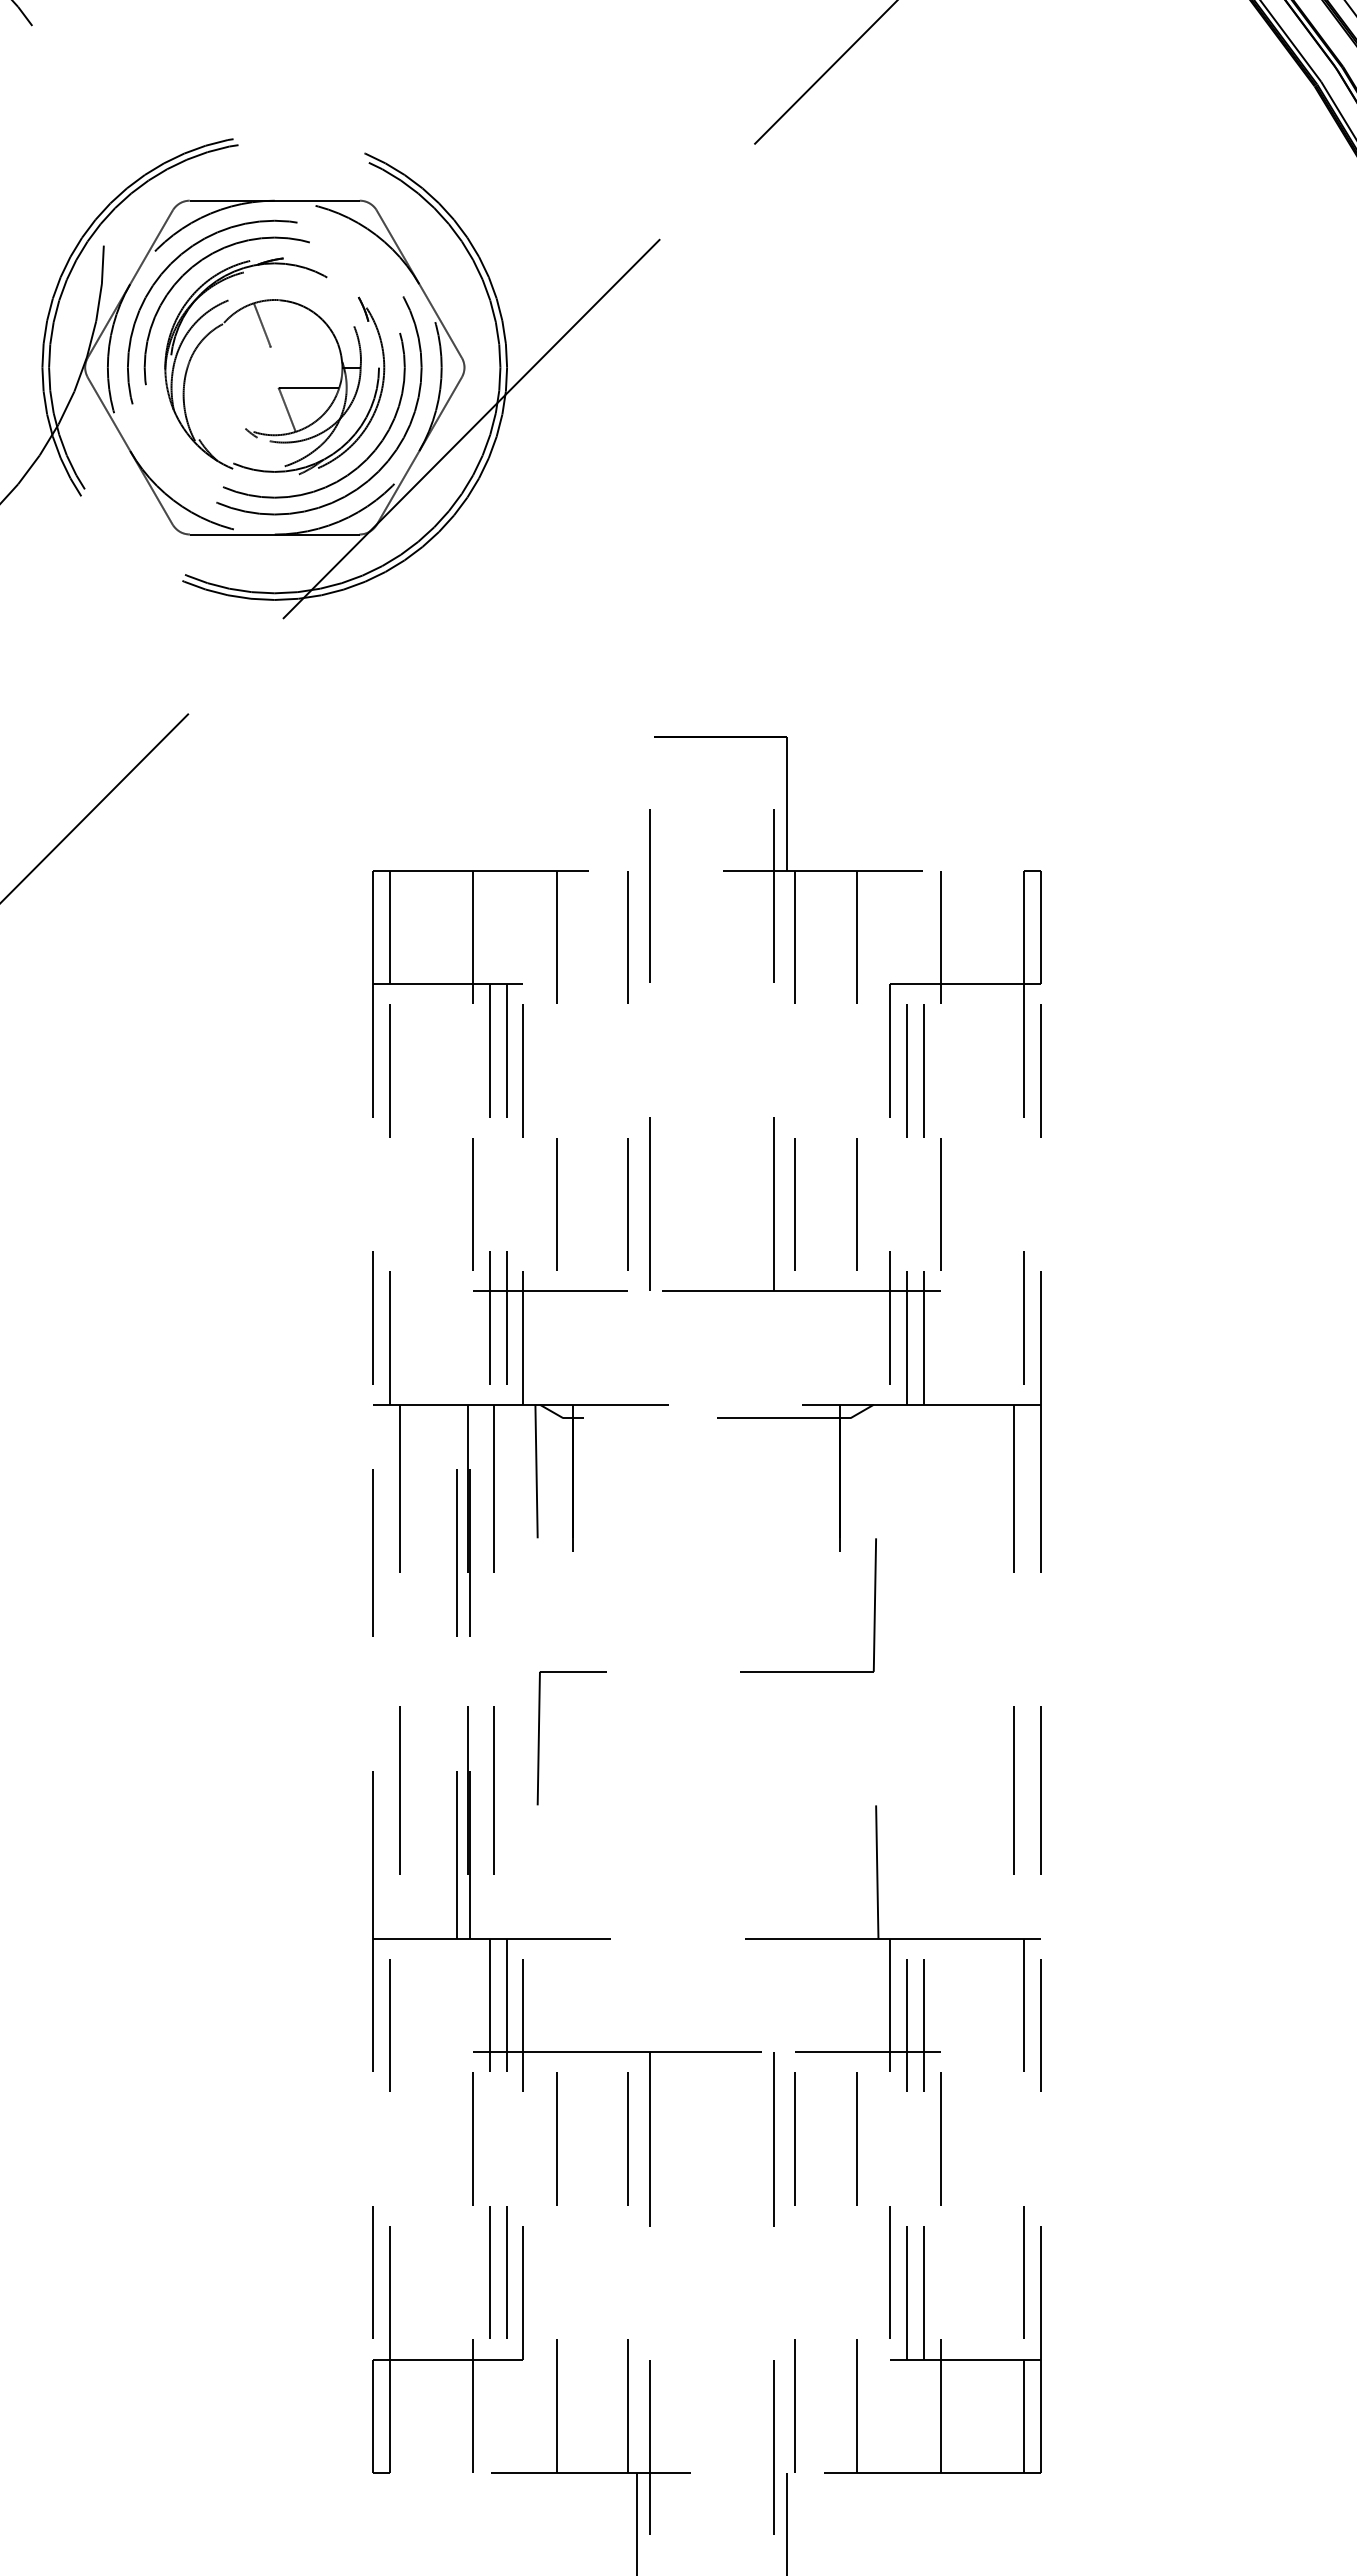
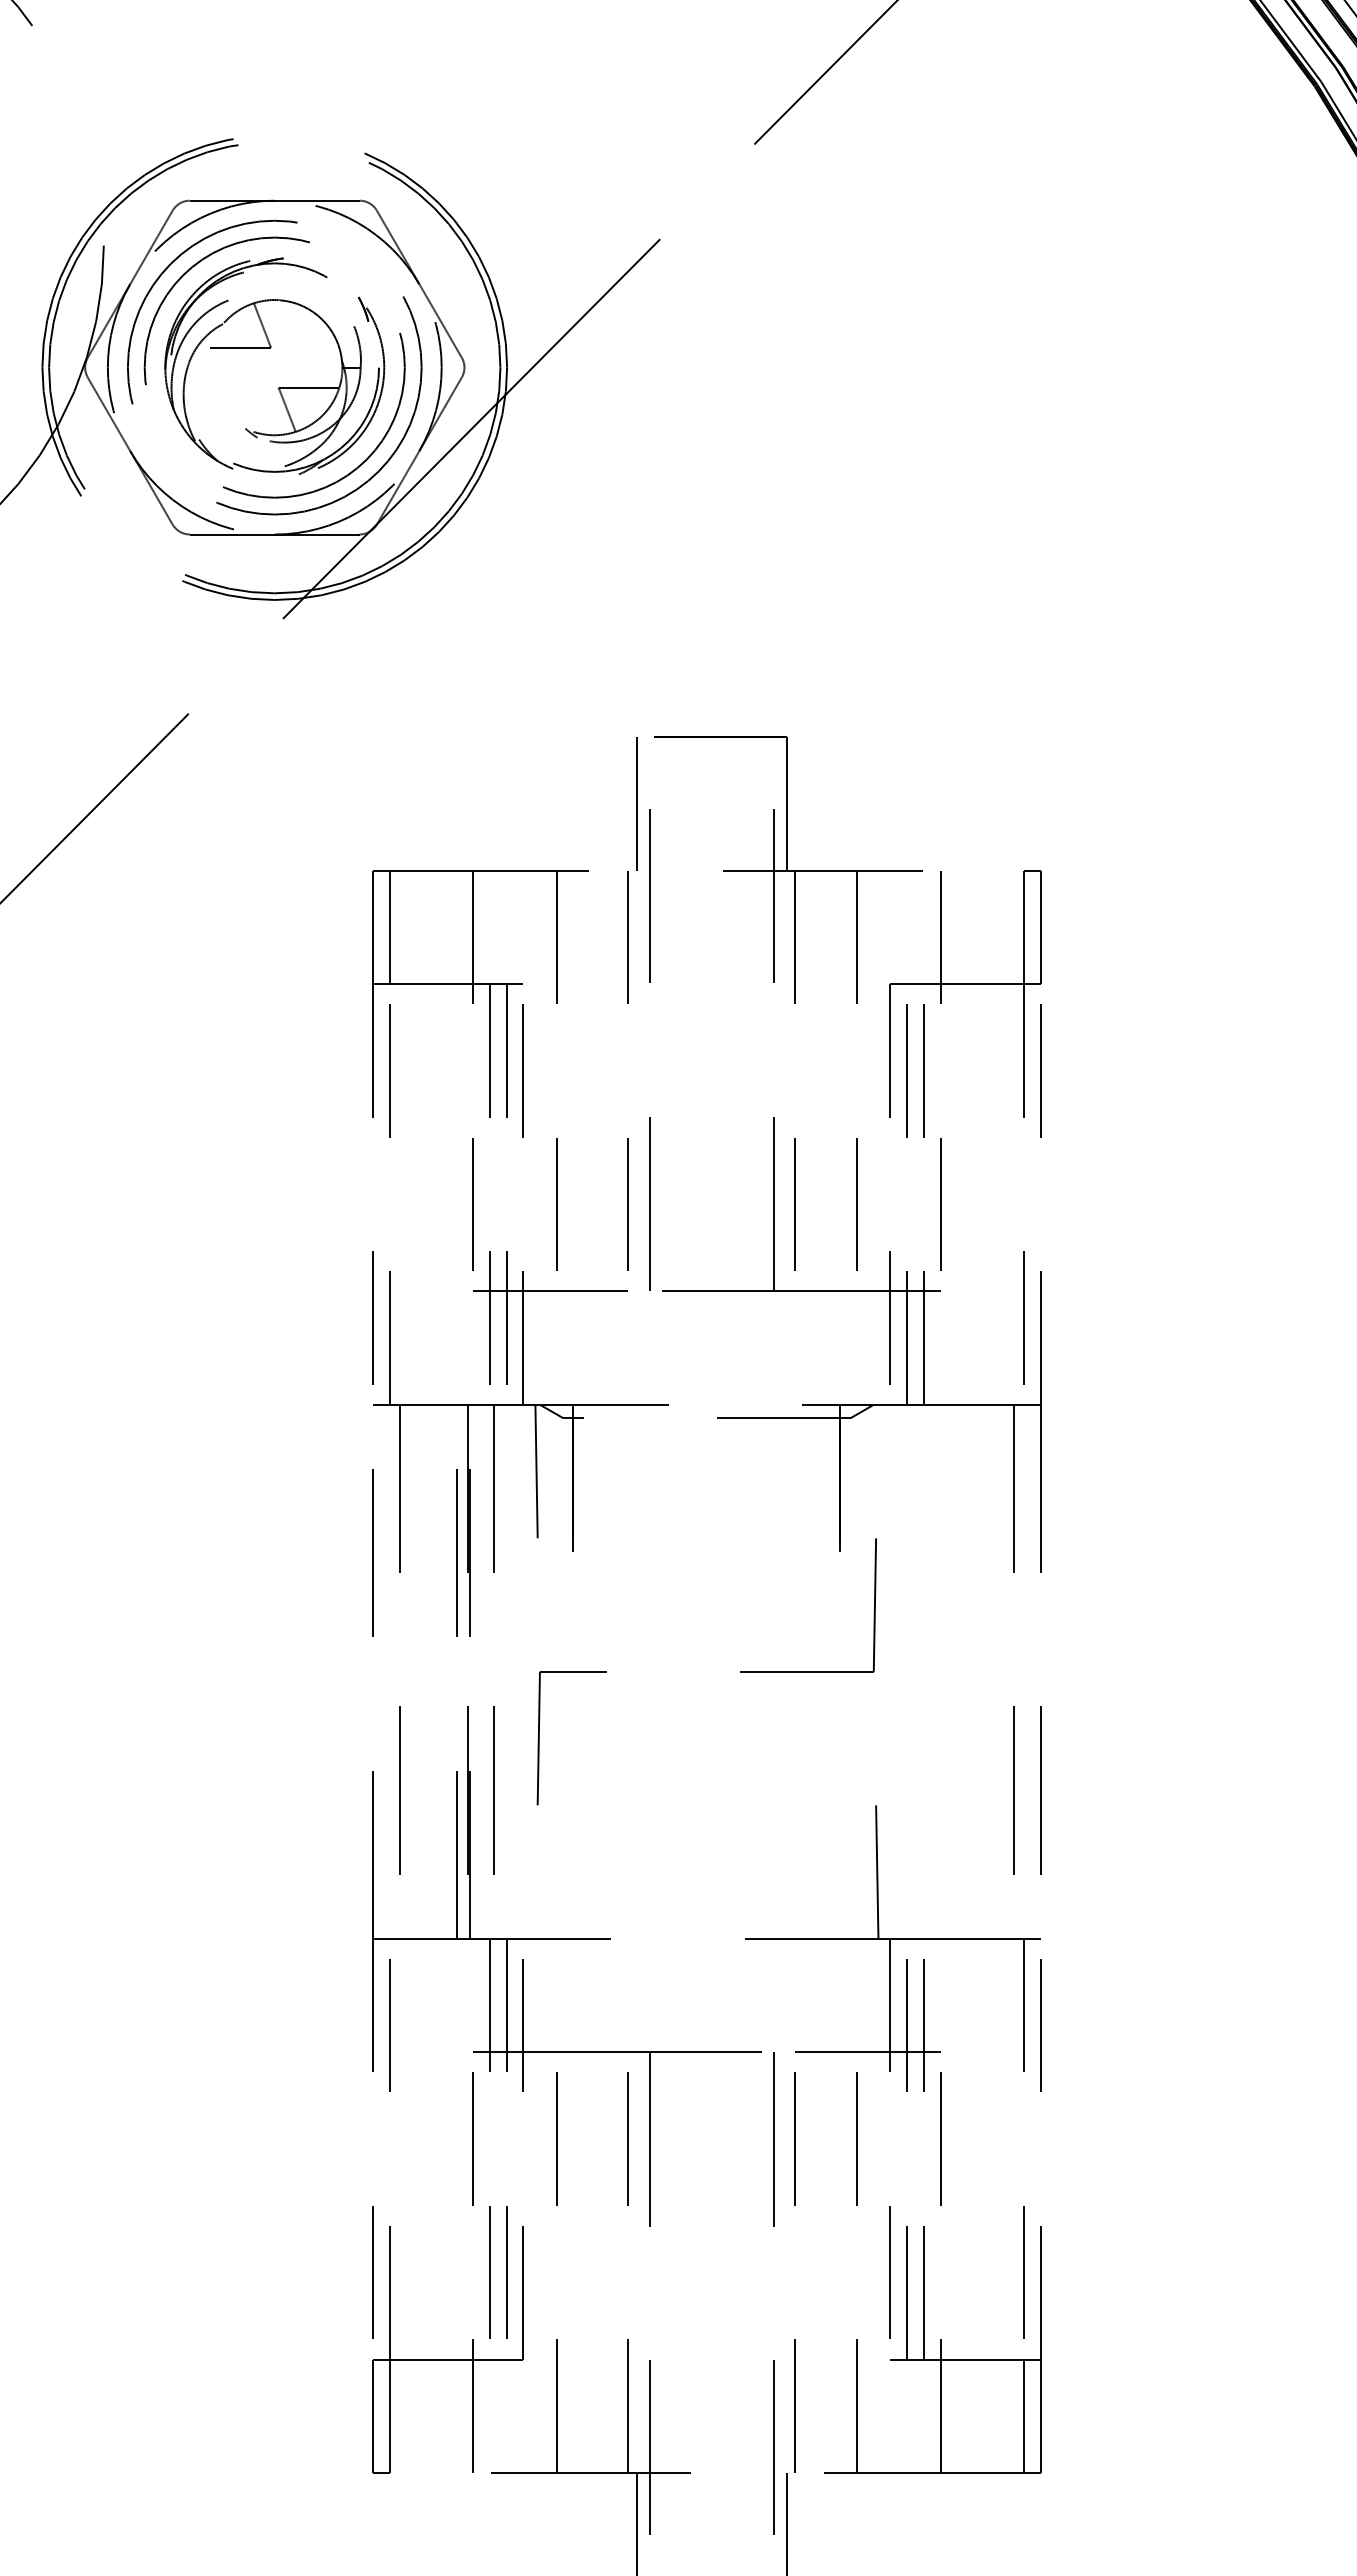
line at (240, 347): none -> present
line at (636, 803): none -> present
